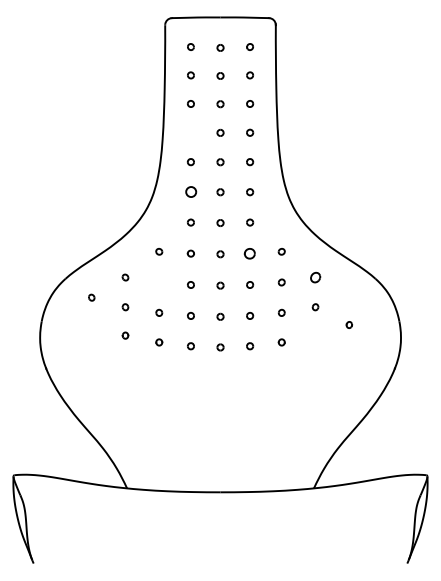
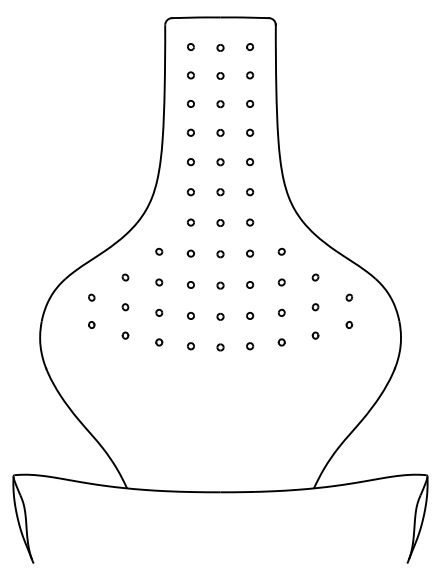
part at (190, 132): none -> present
part at (191, 191) size: 13x12 px -> 9x9 px
part at (249, 253) size: 13x12 px -> 9x9 px
part at (315, 277) size: 12x13 px -> 9x9 px
part at (159, 282): none -> present
part at (349, 297): none -> present
part at (91, 324): none -> present
part at (315, 335): none -> present
